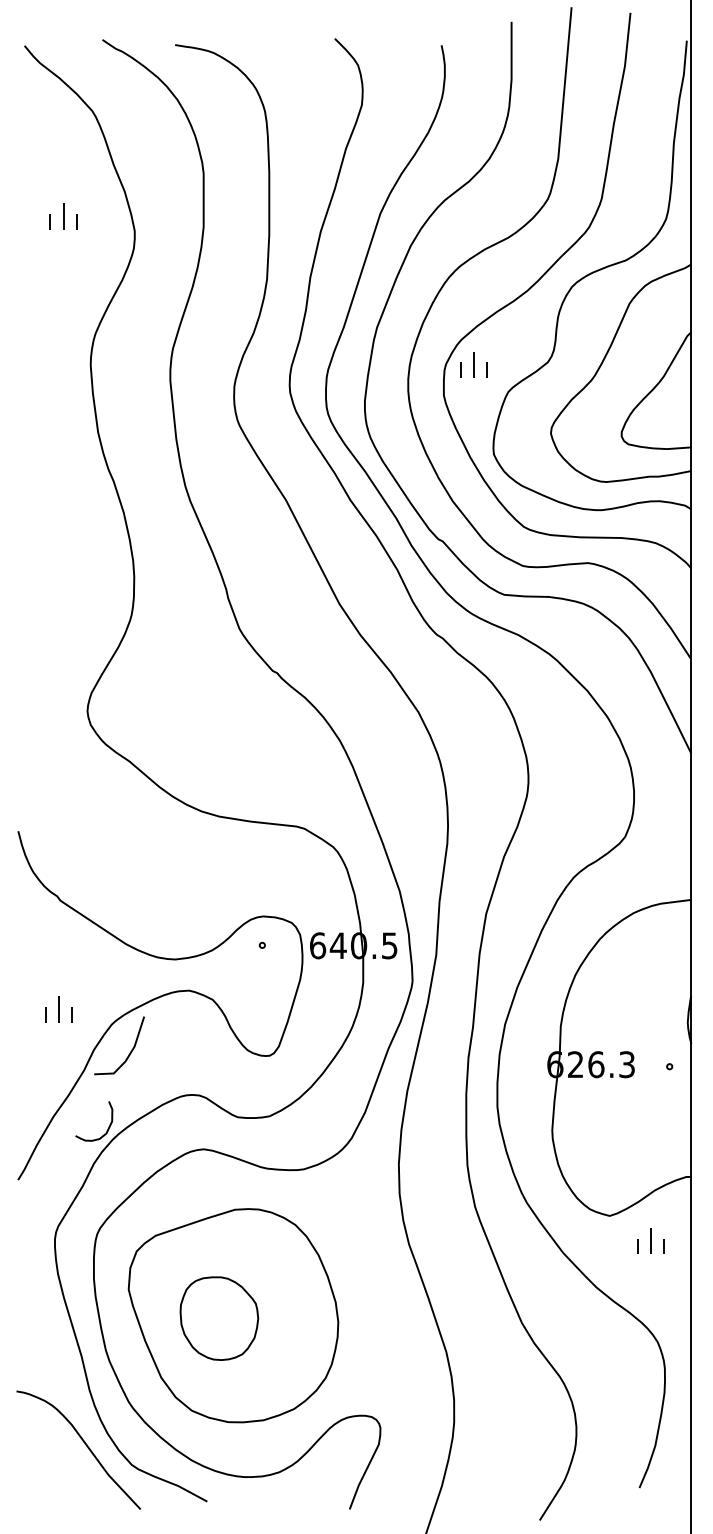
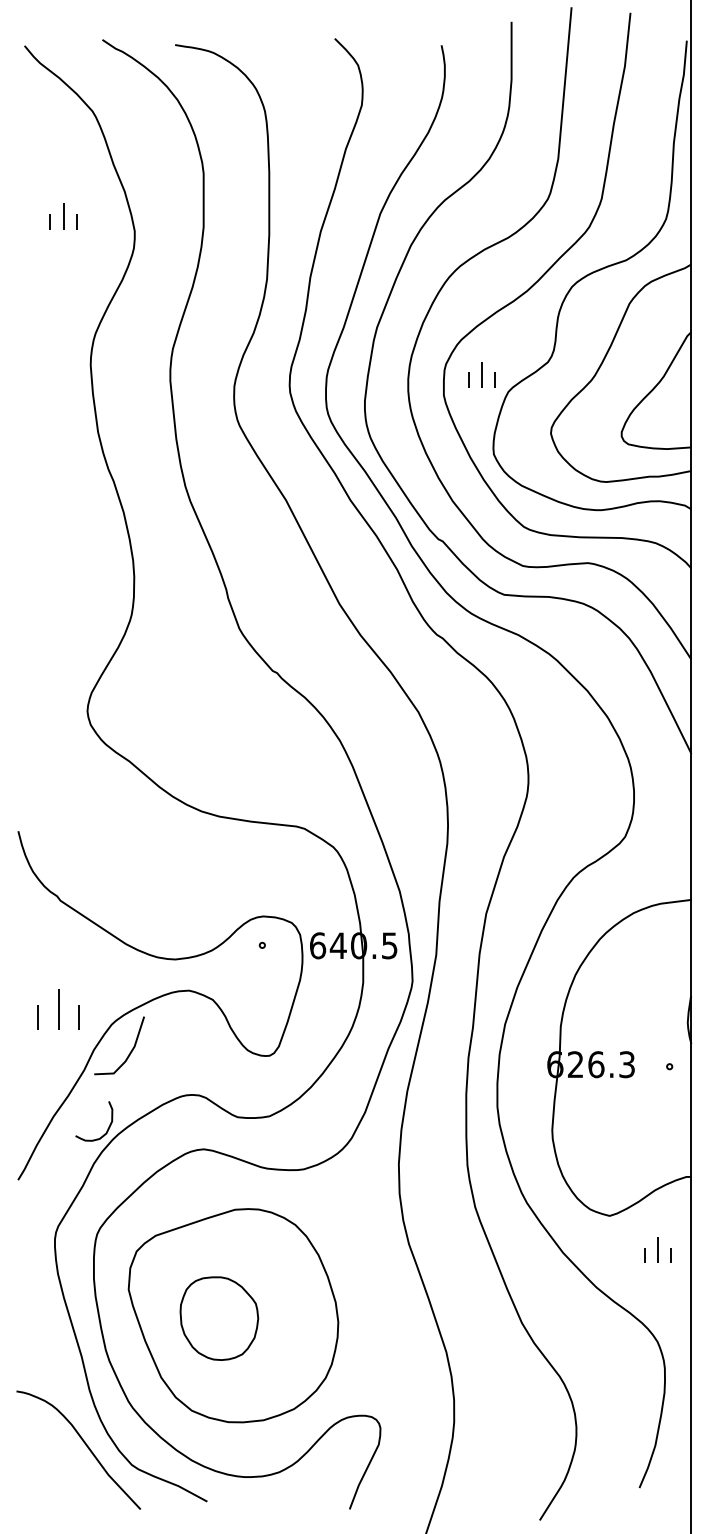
part at (473, 364) position: (473, 364) -> (481, 374)
part at (58, 1009) size: 28x27 px -> 43x41 px
part at (650, 1240) position: (650, 1240) -> (657, 1249)
